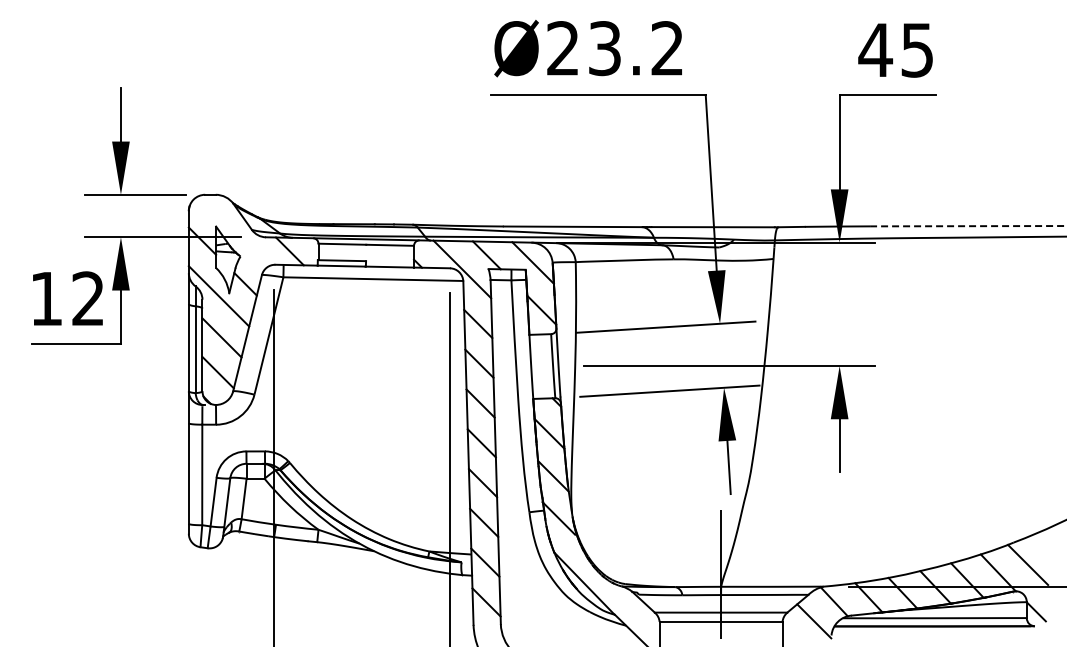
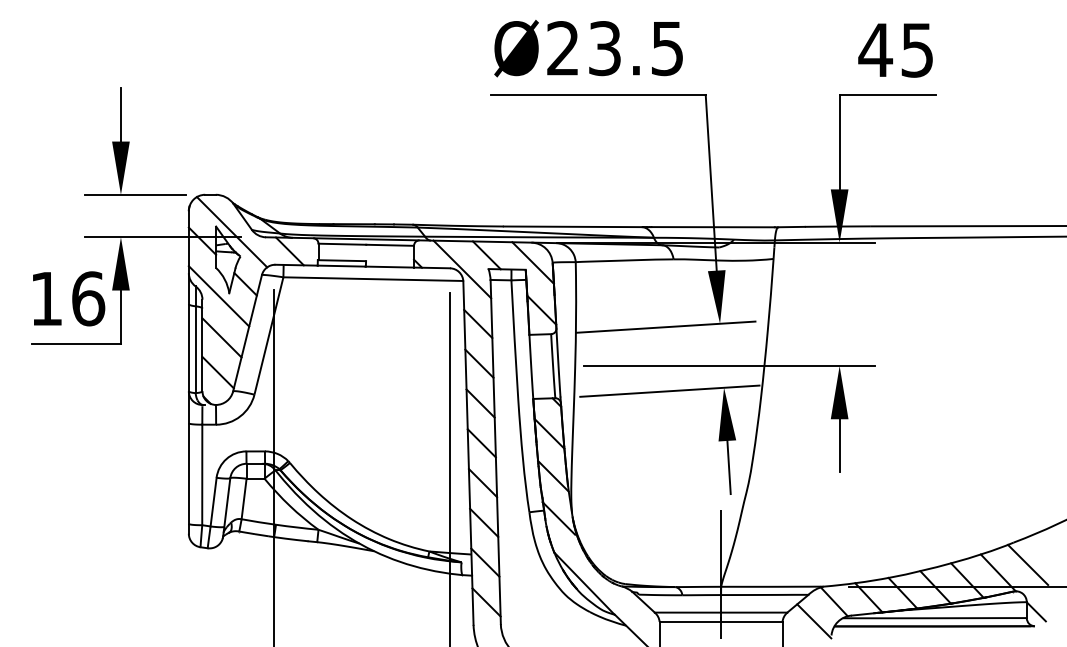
text at (666, 48): Ø23.2 -> Ø23.5
line at (968, 226): dashed -> solid
line at (231, 232): none -> present
text at (88, 298): 12 -> 16
